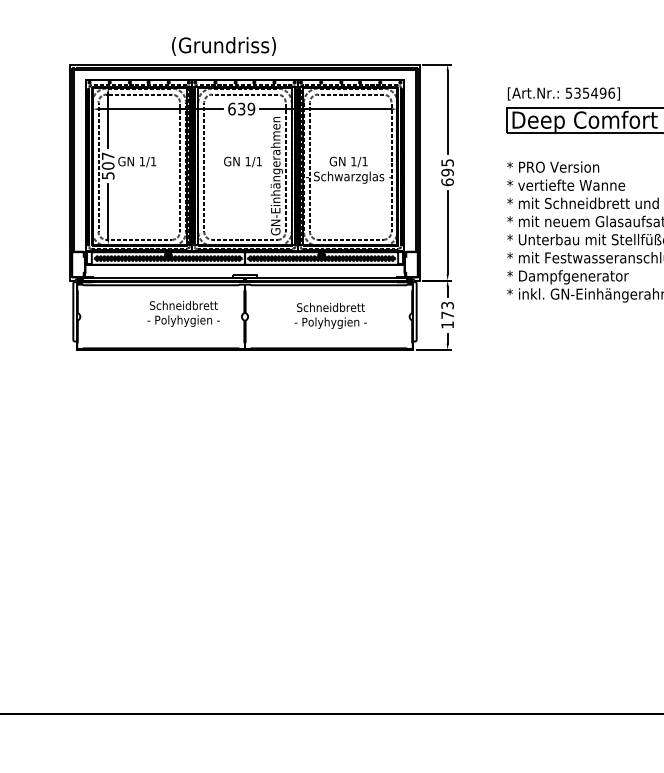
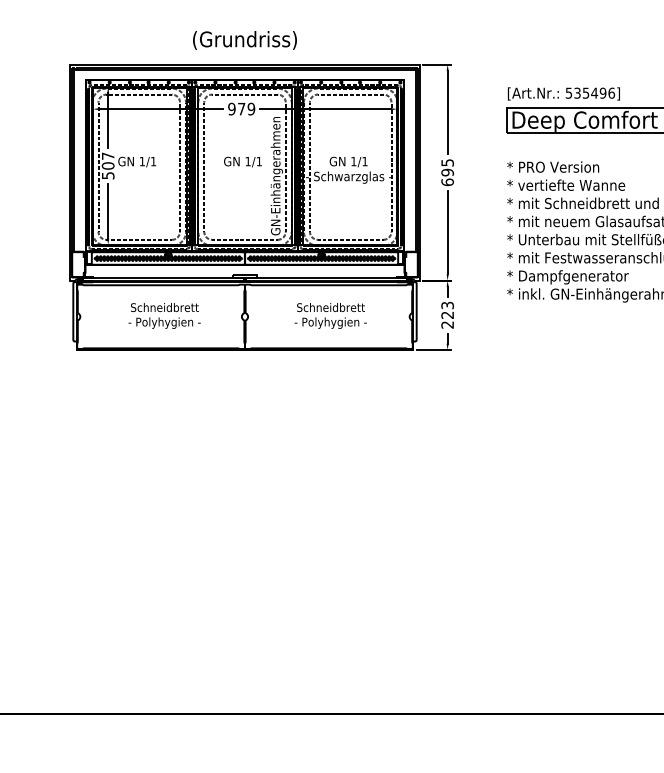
text at (223, 46) position: (223, 46) -> (244, 40)
text at (236, 108): 639 -> 979
text at (183, 313) position: (183, 313) -> (164, 315)
text at (447, 319): 173 -> 223
